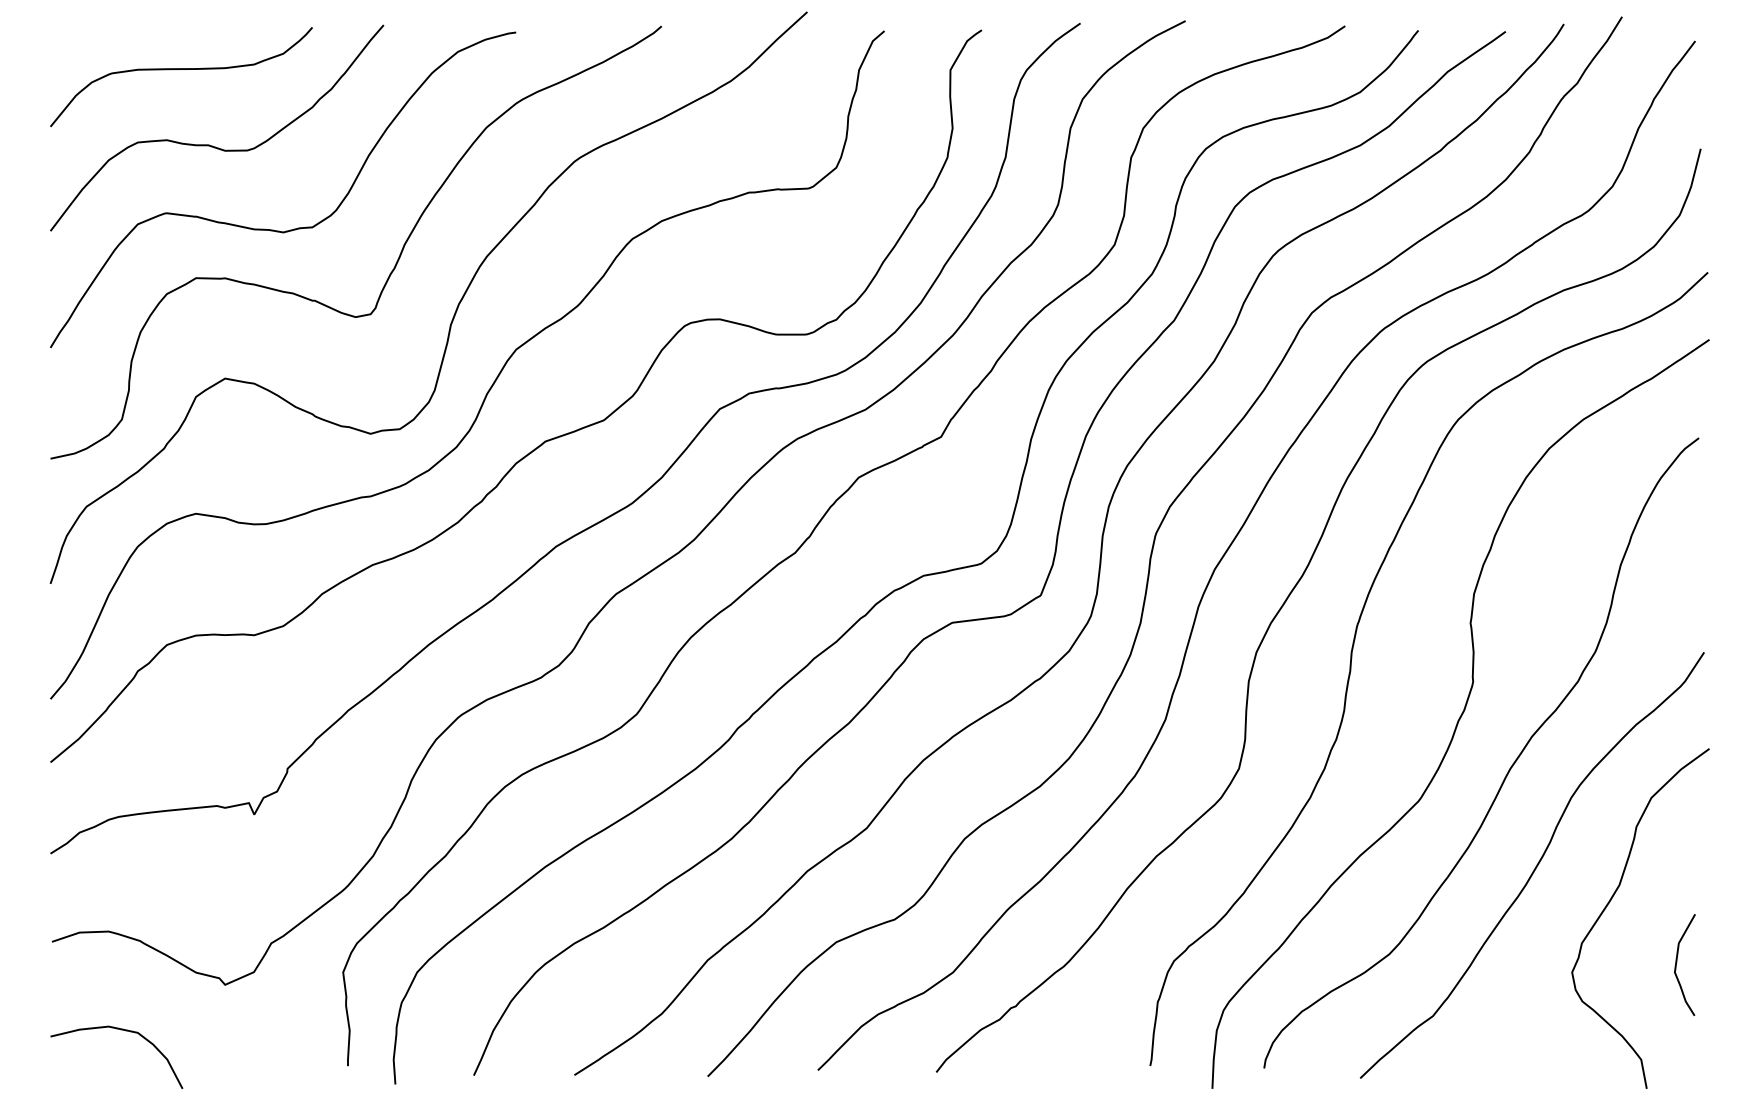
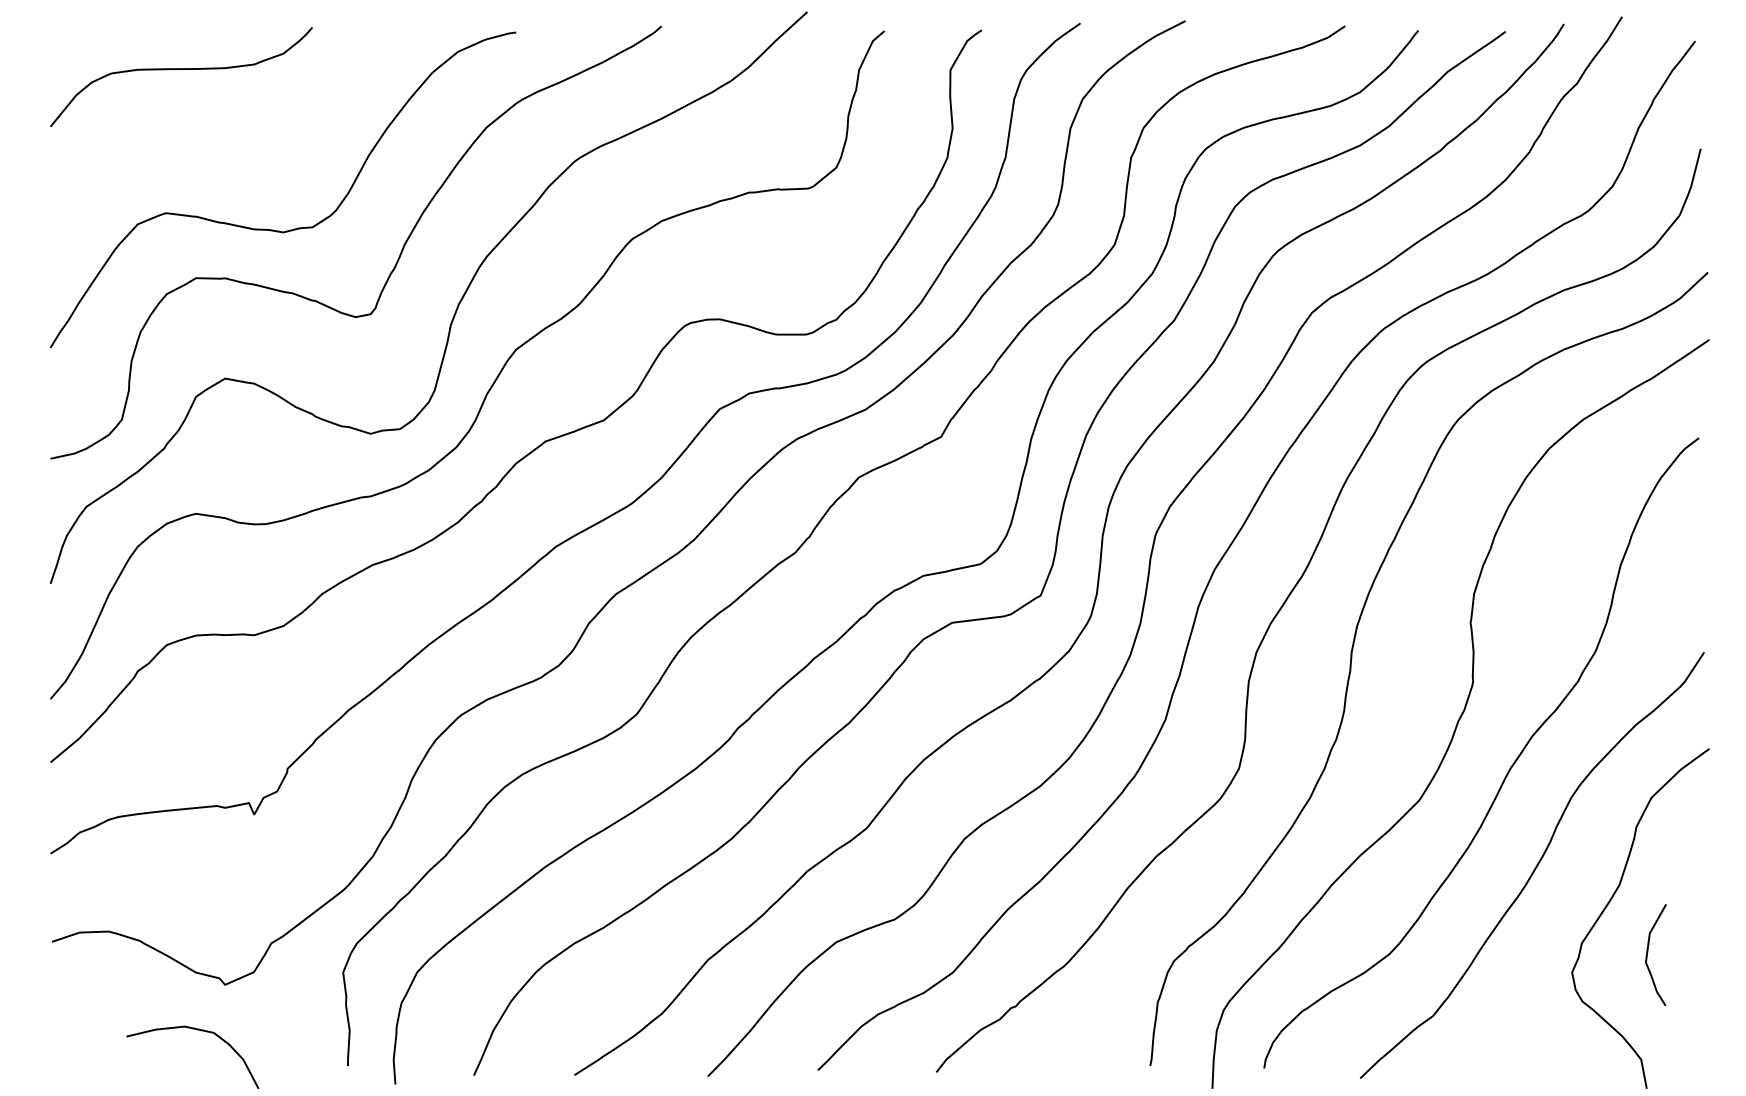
curve at (212, 145): present -> none
curve at (1677, 962) position: (1677, 962) -> (1648, 952)
curve at (121, 1030) position: (121, 1030) -> (197, 1030)
